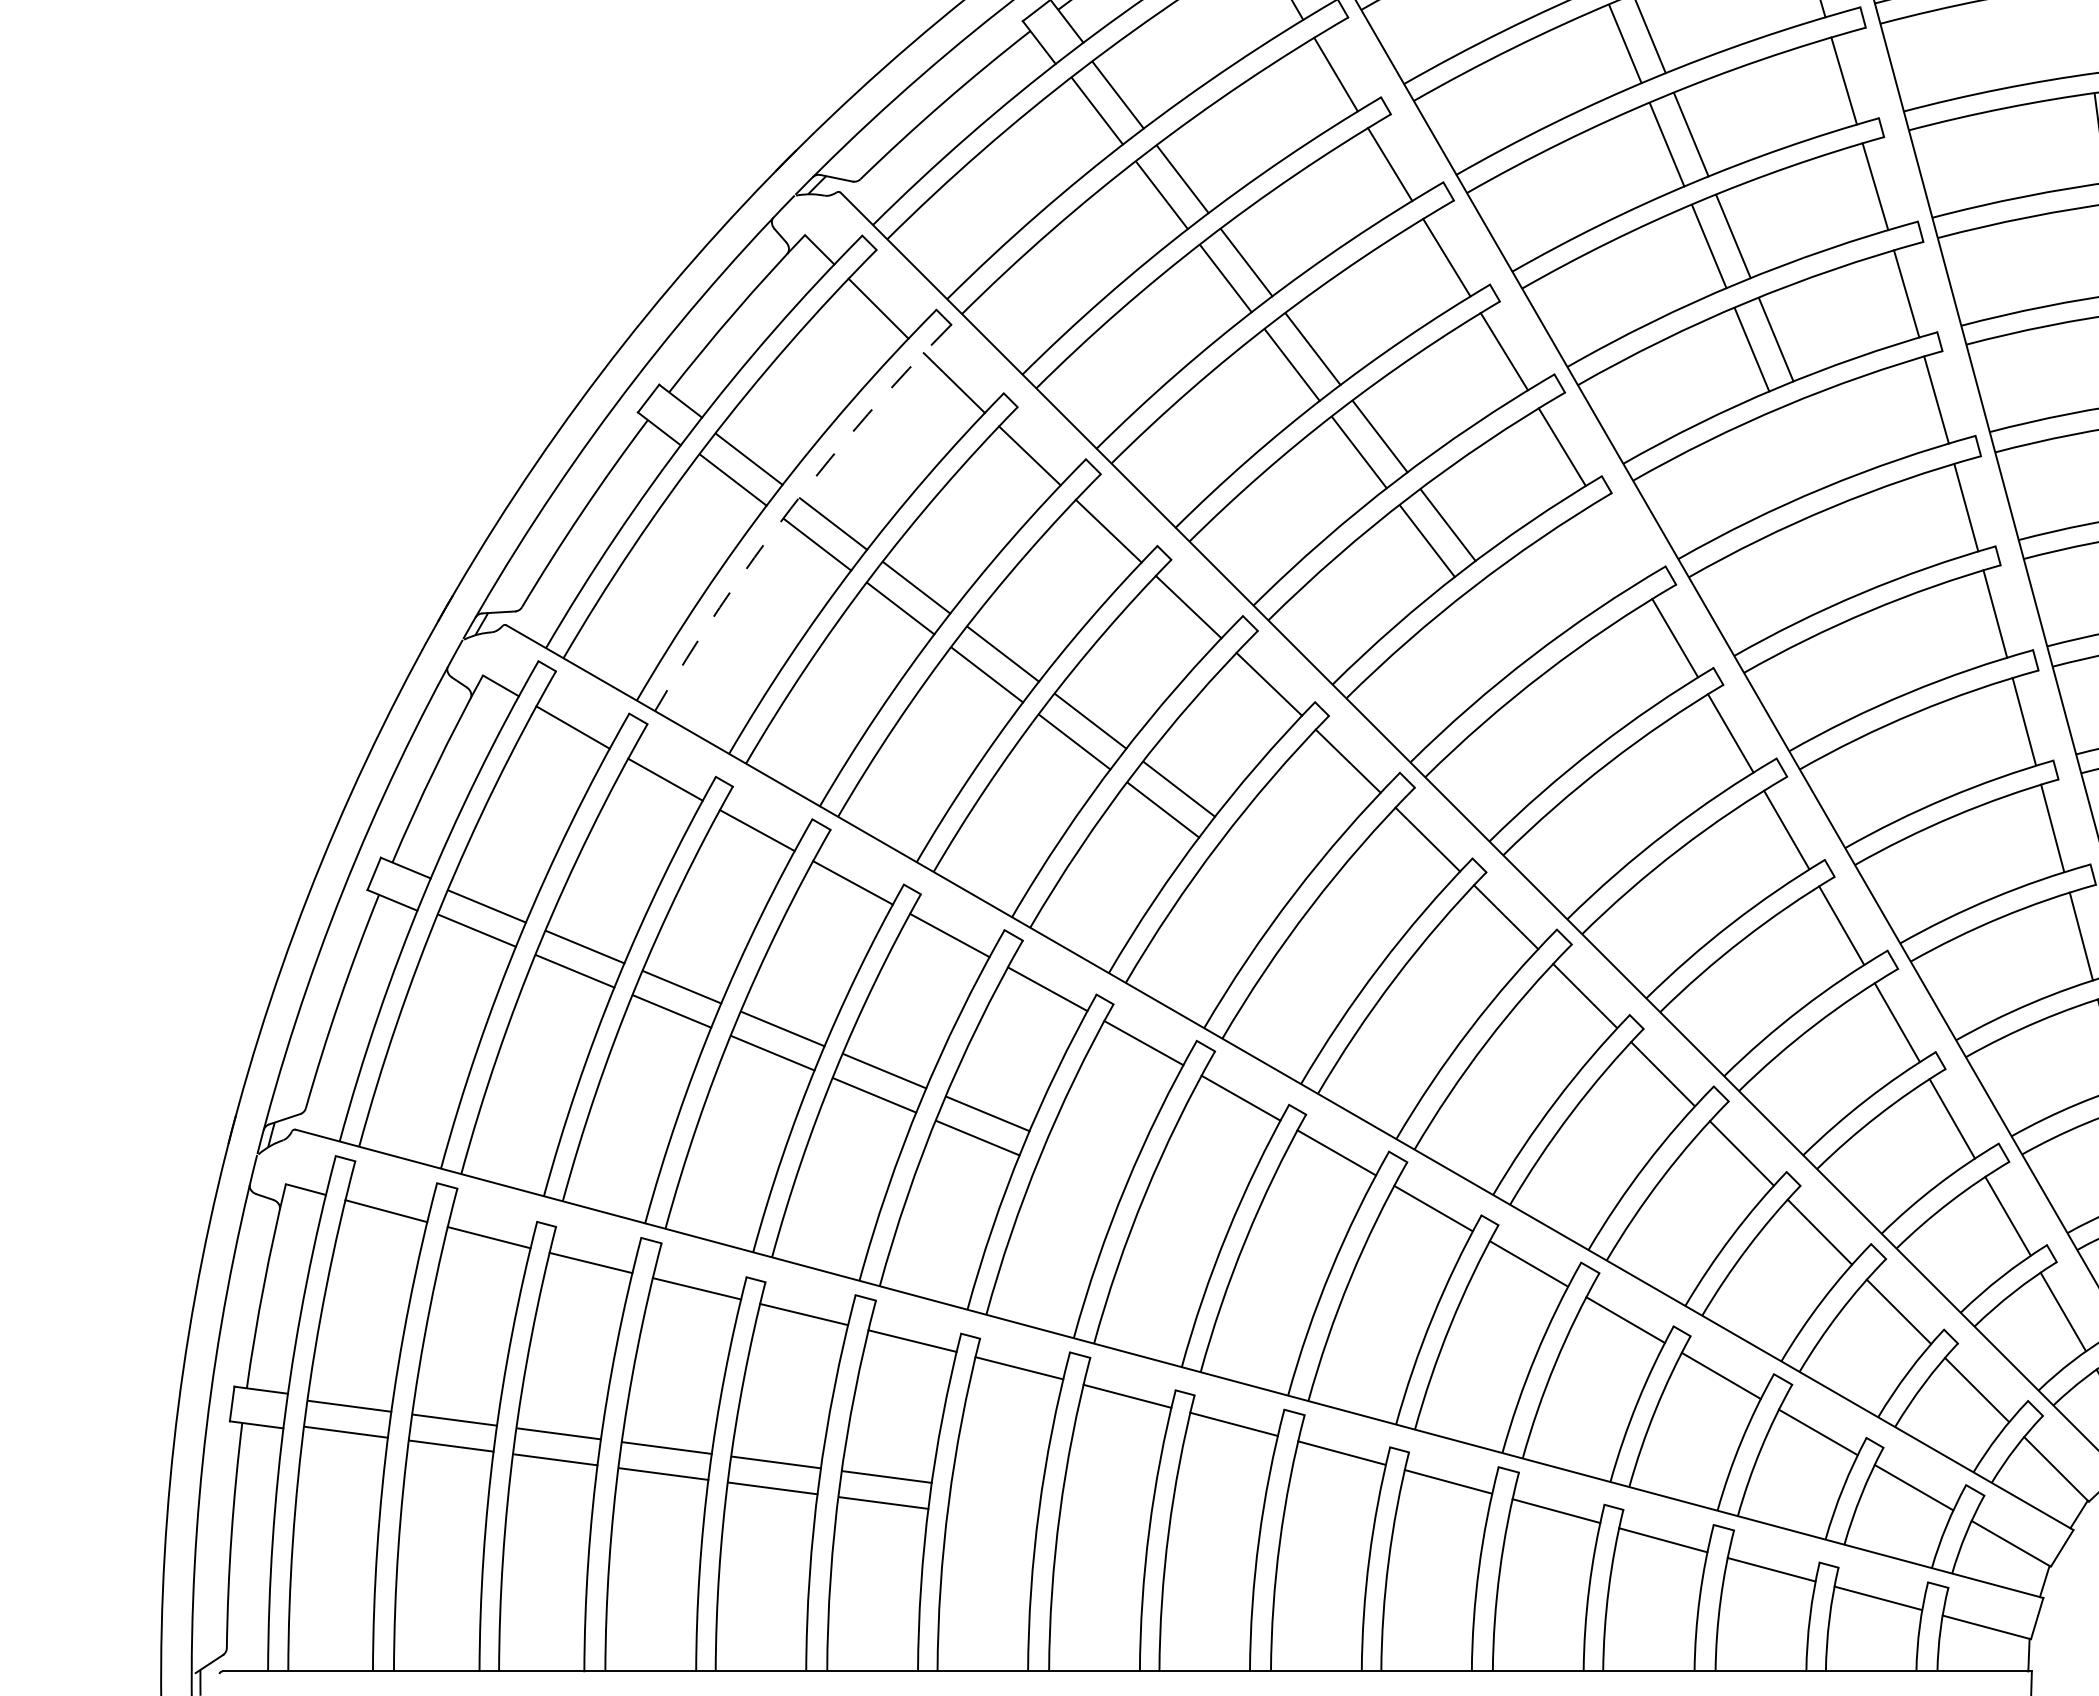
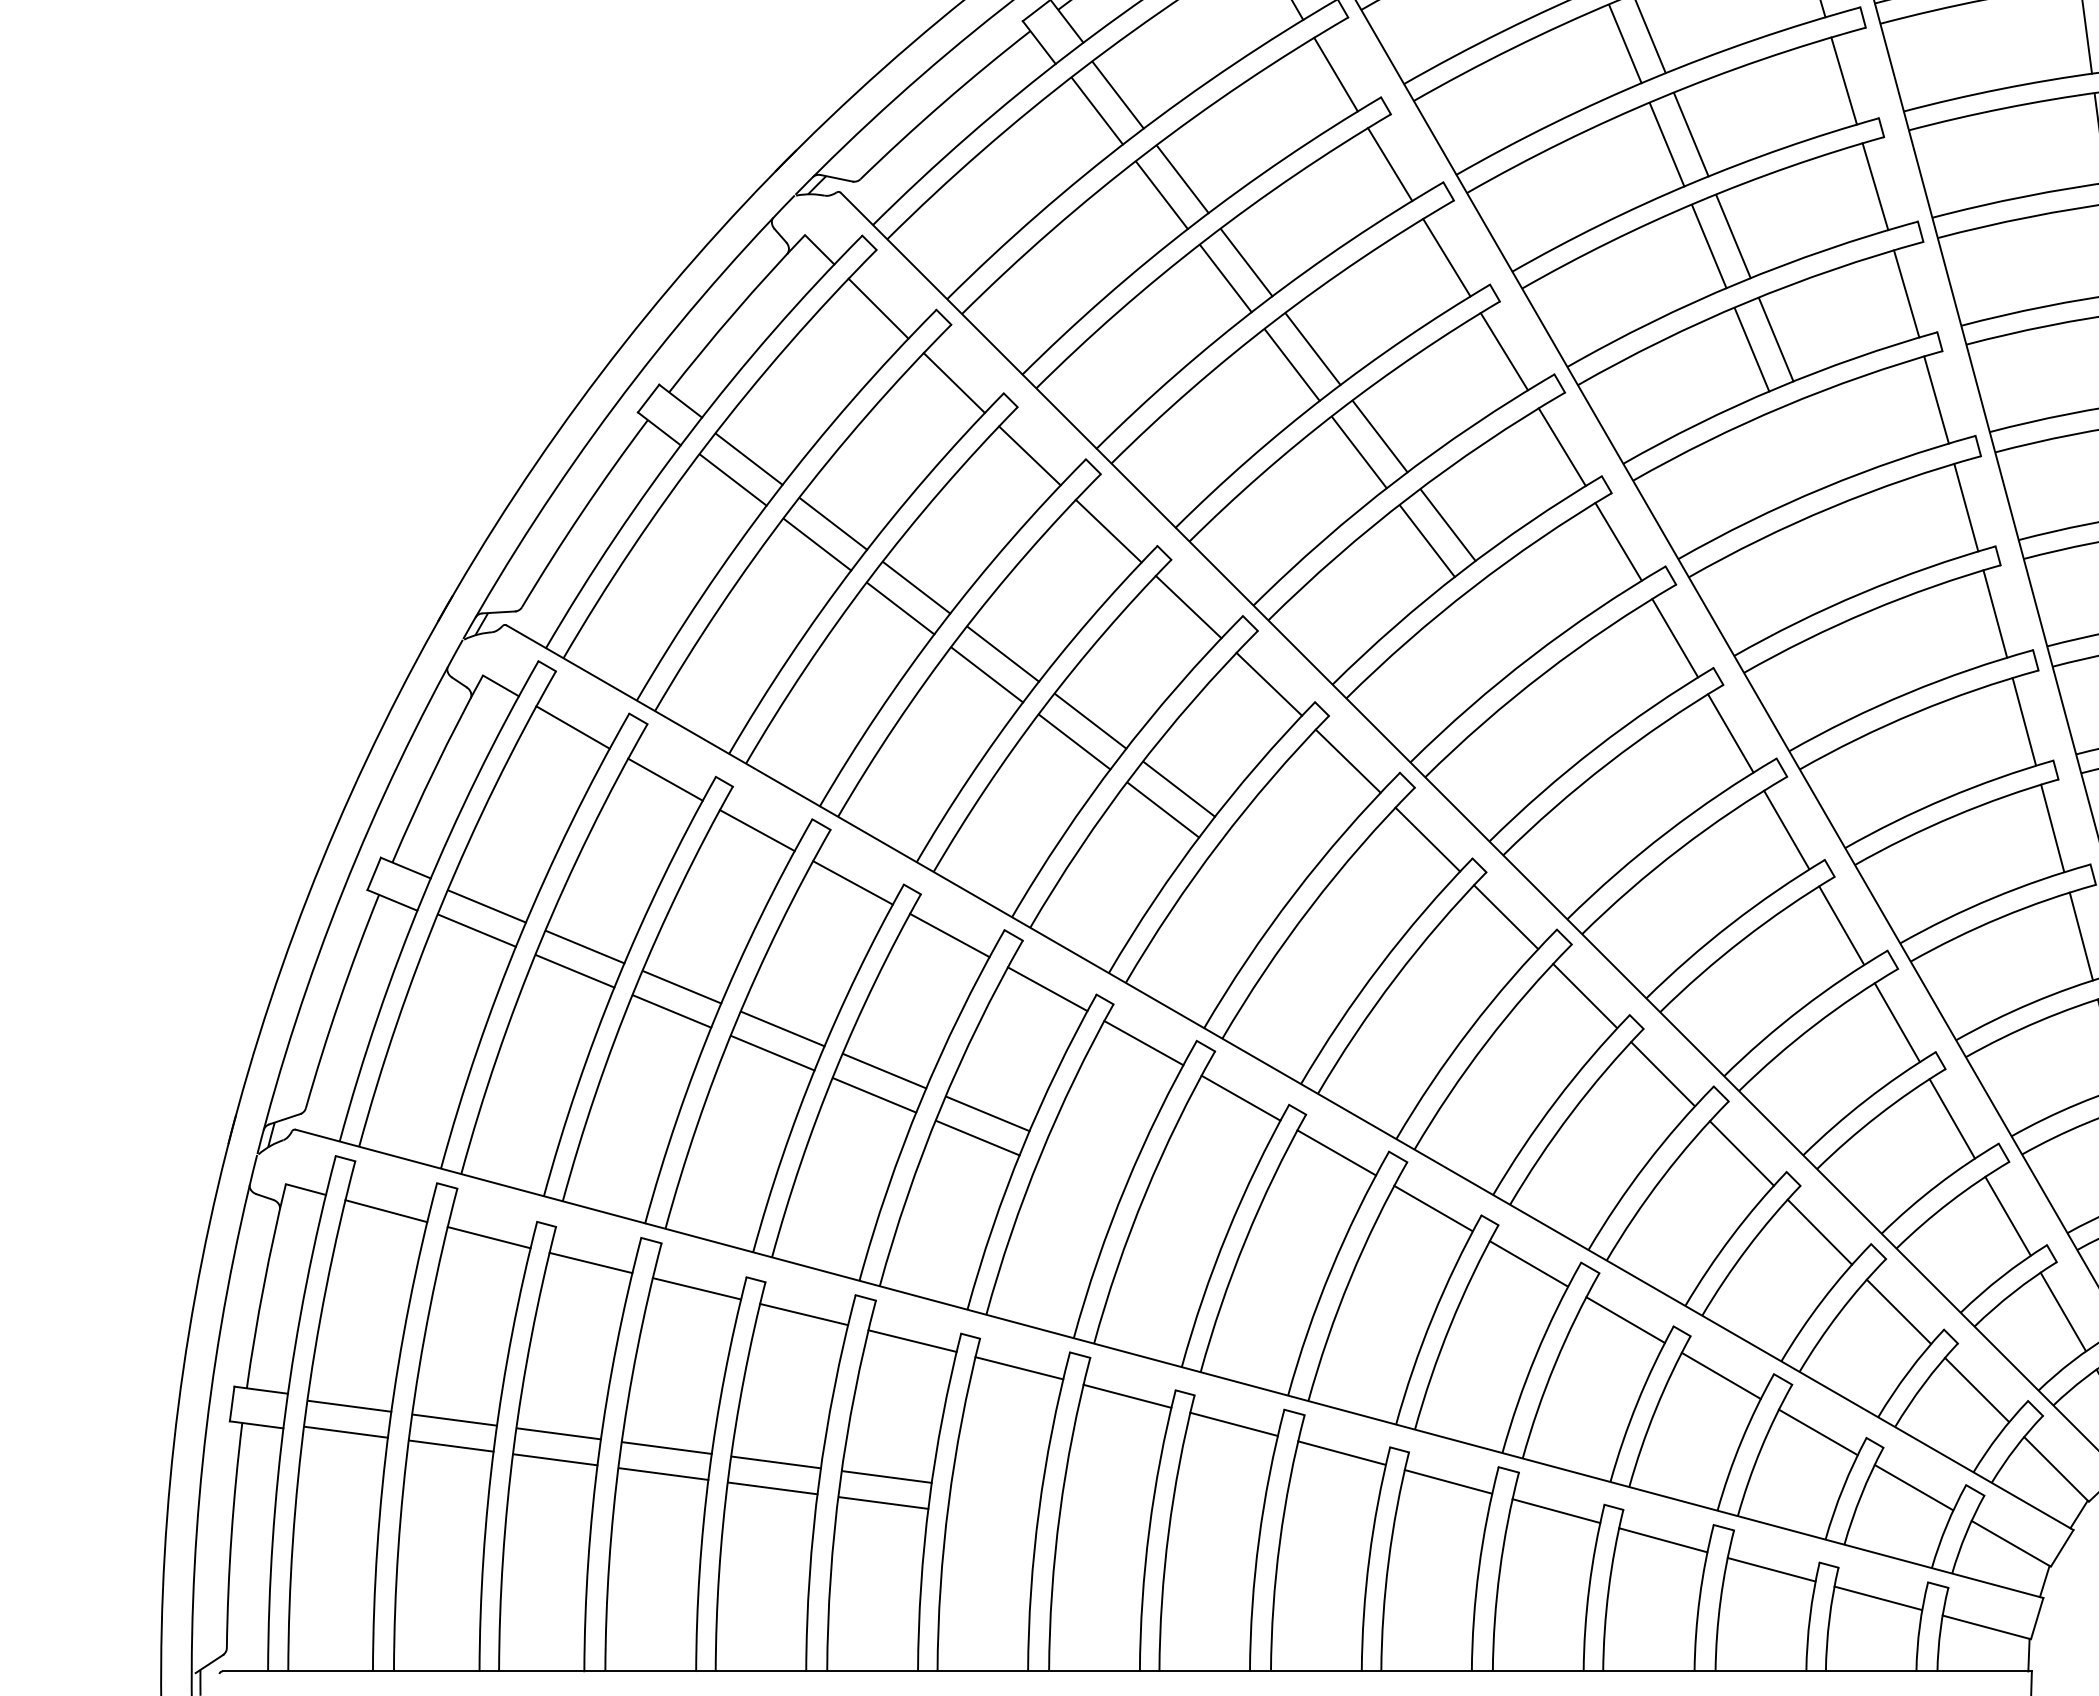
line at (2087, 37): none -> present
arc at (790, 508): dashed -> solid
line at (1618, 541): none -> present
